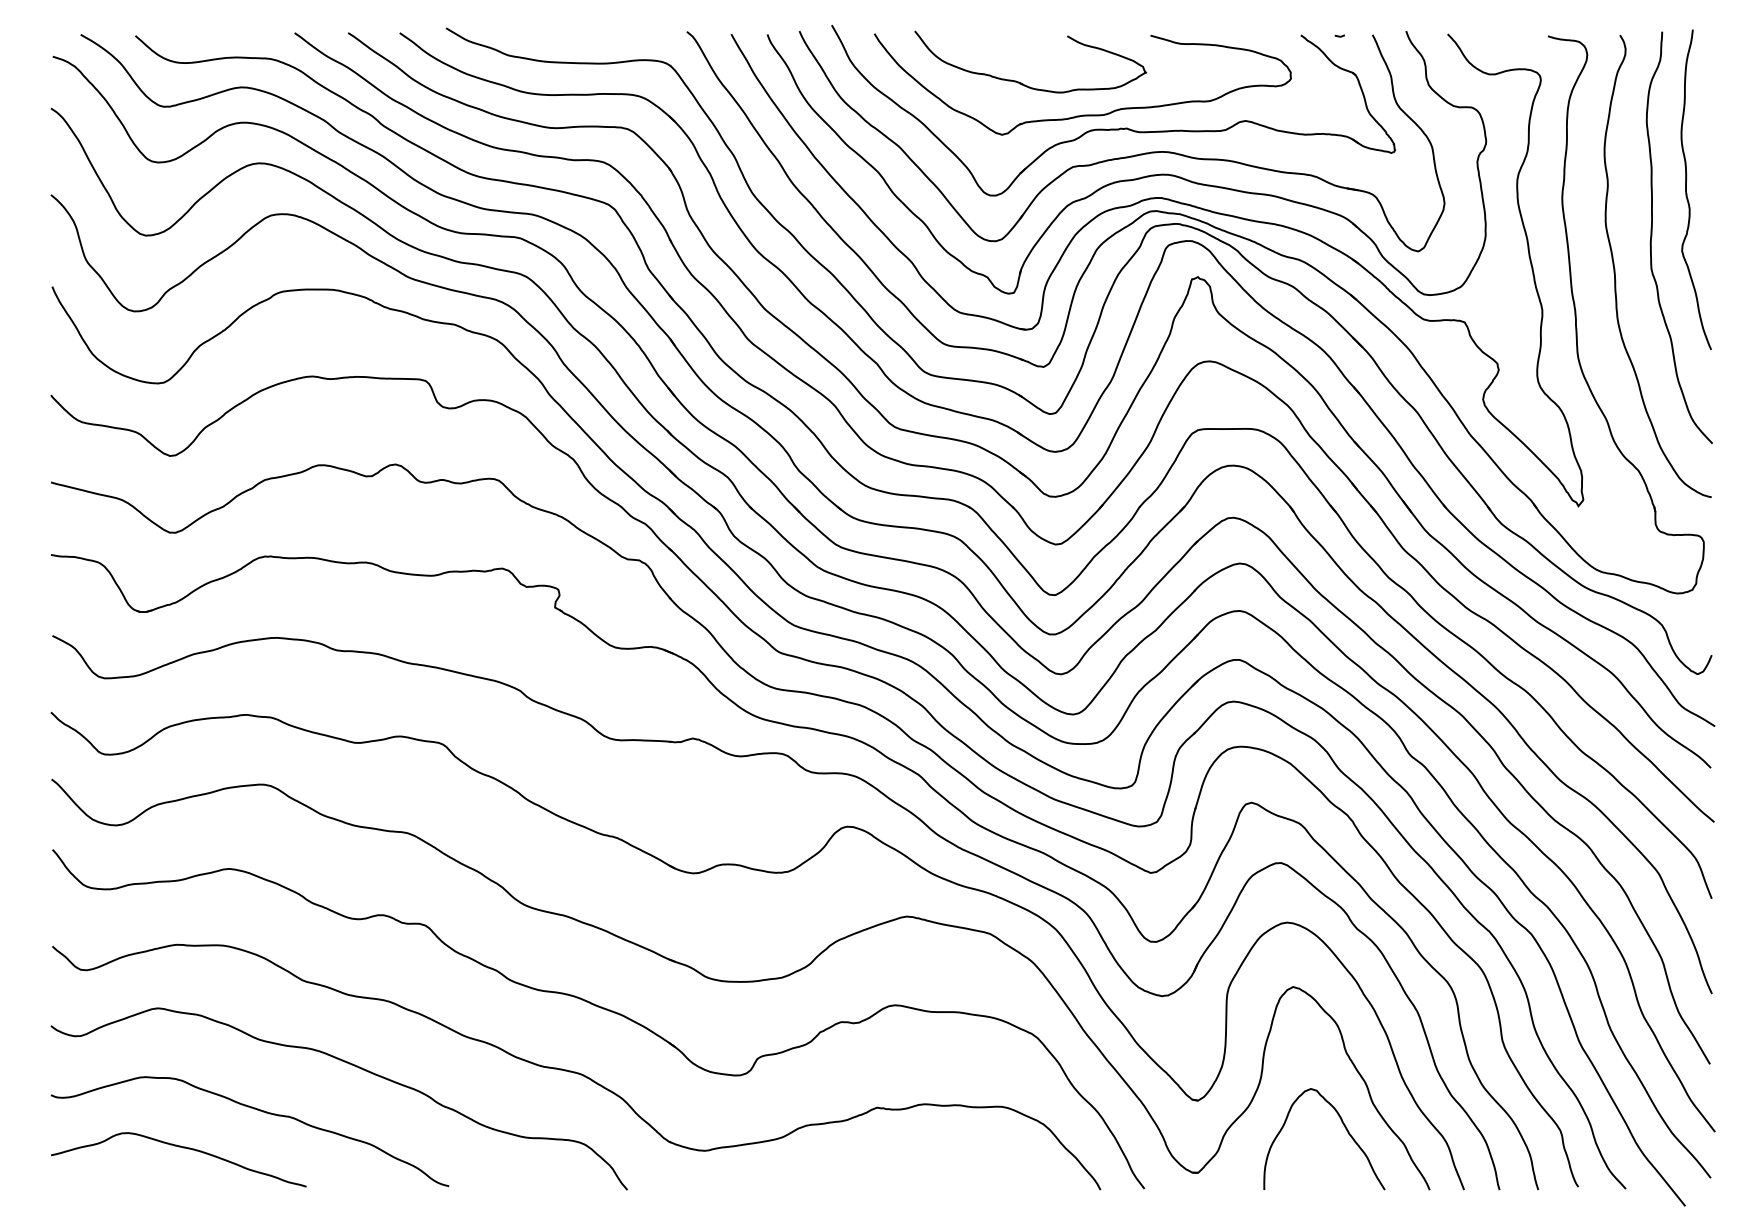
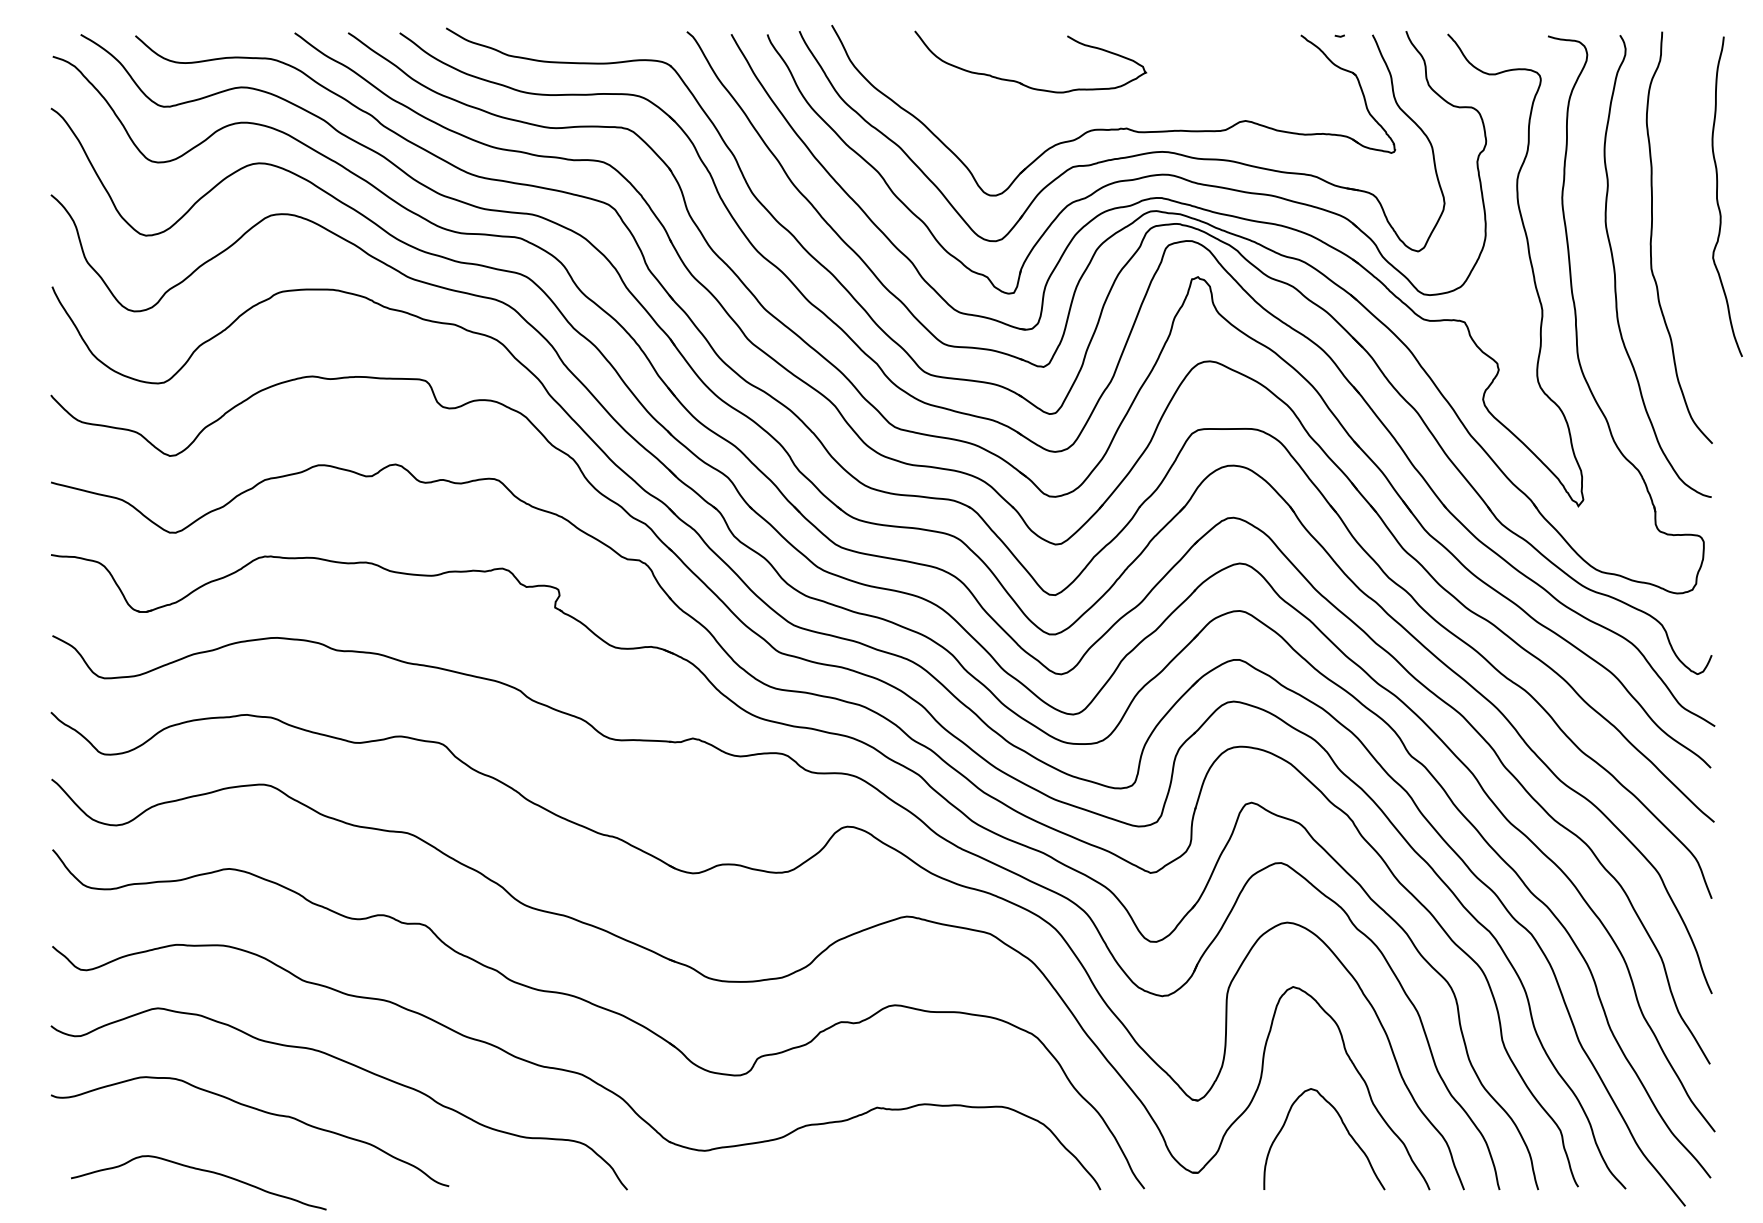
part at (1082, 114): present -> none
curve at (1687, 192) position: (1687, 192) -> (1718, 199)
curve at (178, 1147) position: (178, 1147) -> (198, 1170)
